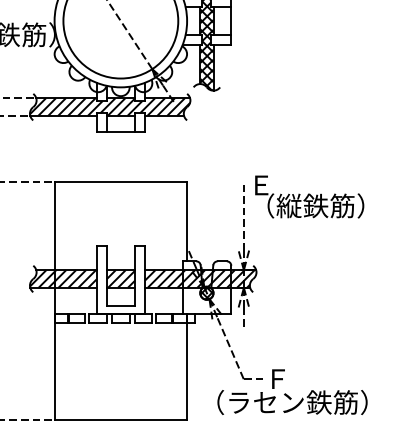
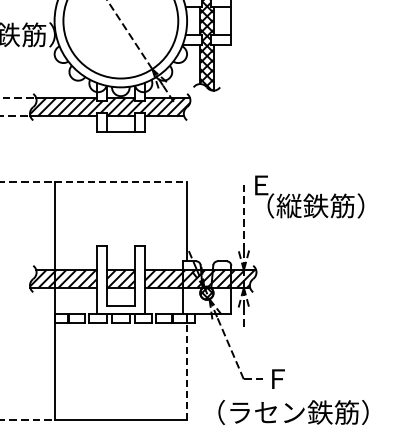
line at (121, 181): solid -> dashed
line at (187, 367): solid -> dashed
text at (292, 402) position: (292, 402) -> (293, 412)
